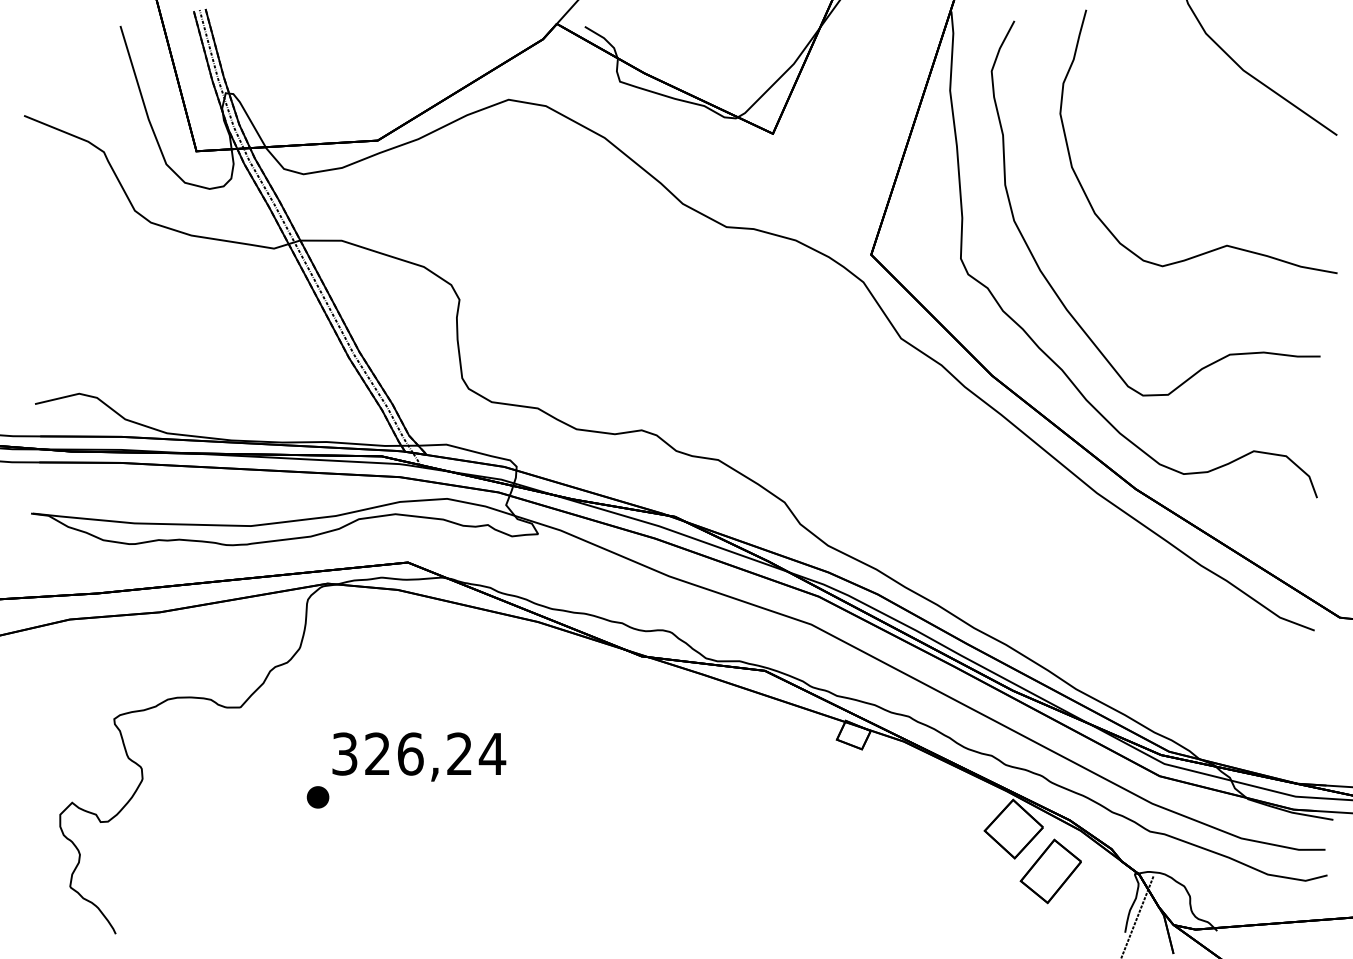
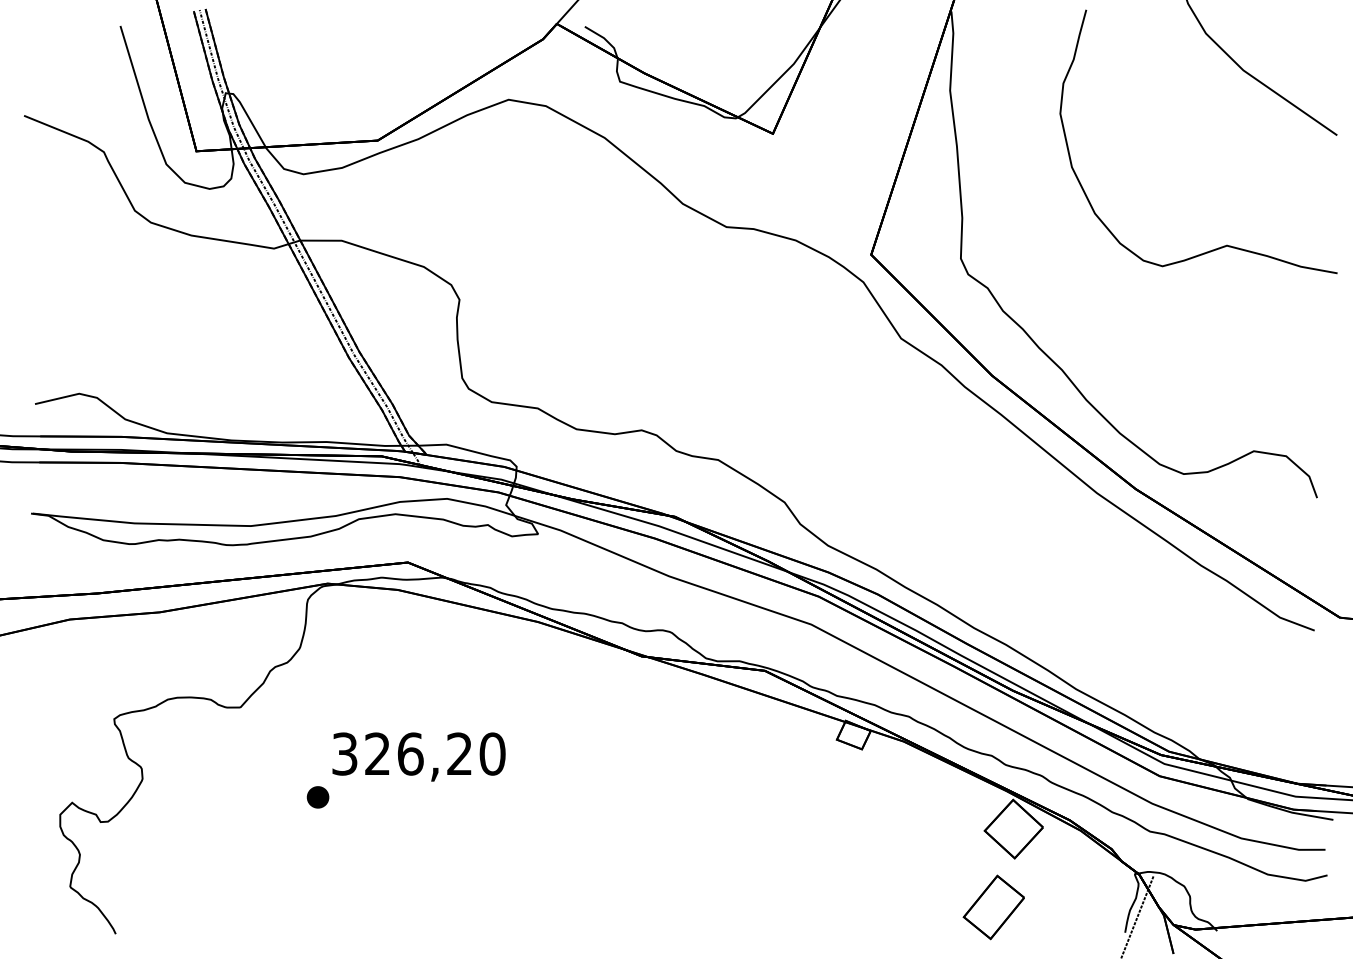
part at (1048, 280): present -> none
text at (492, 753): 326,24 -> 326,20
part at (1050, 871) position: (1050, 871) -> (993, 907)
